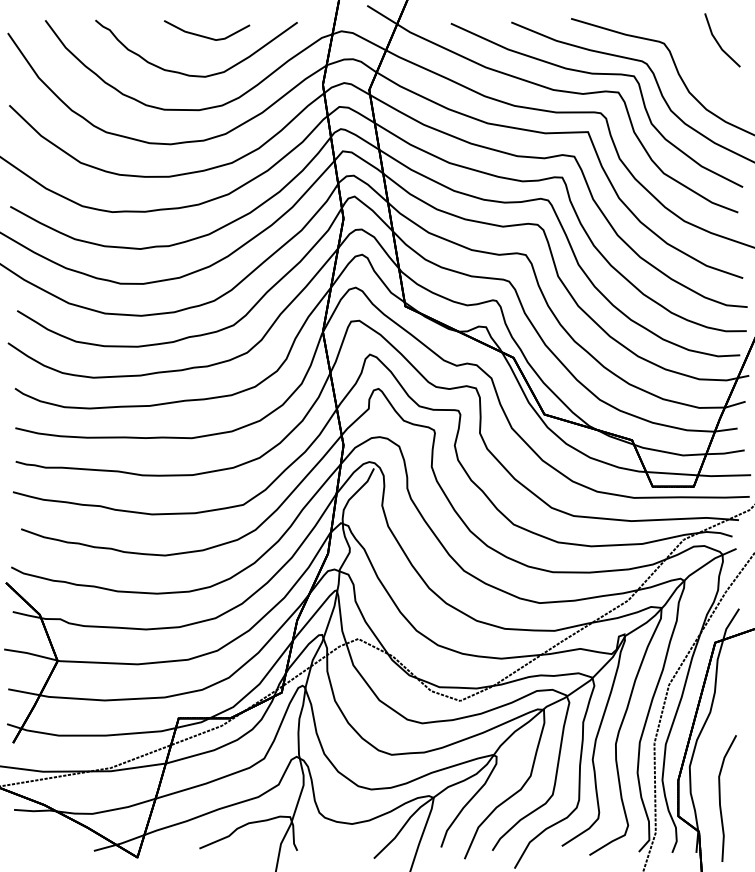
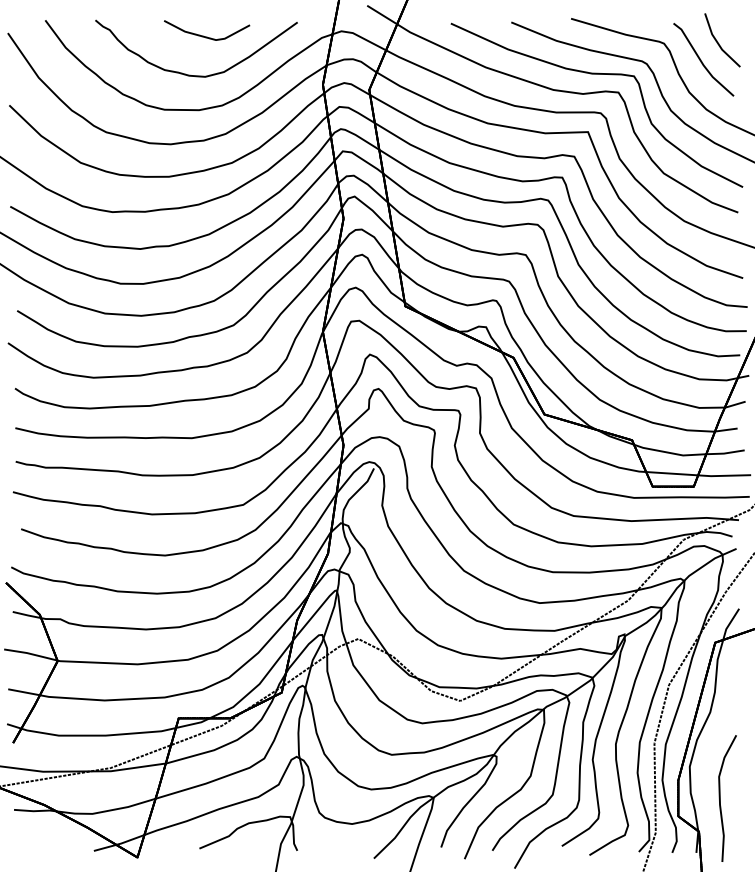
line at (701, 59): none -> present
